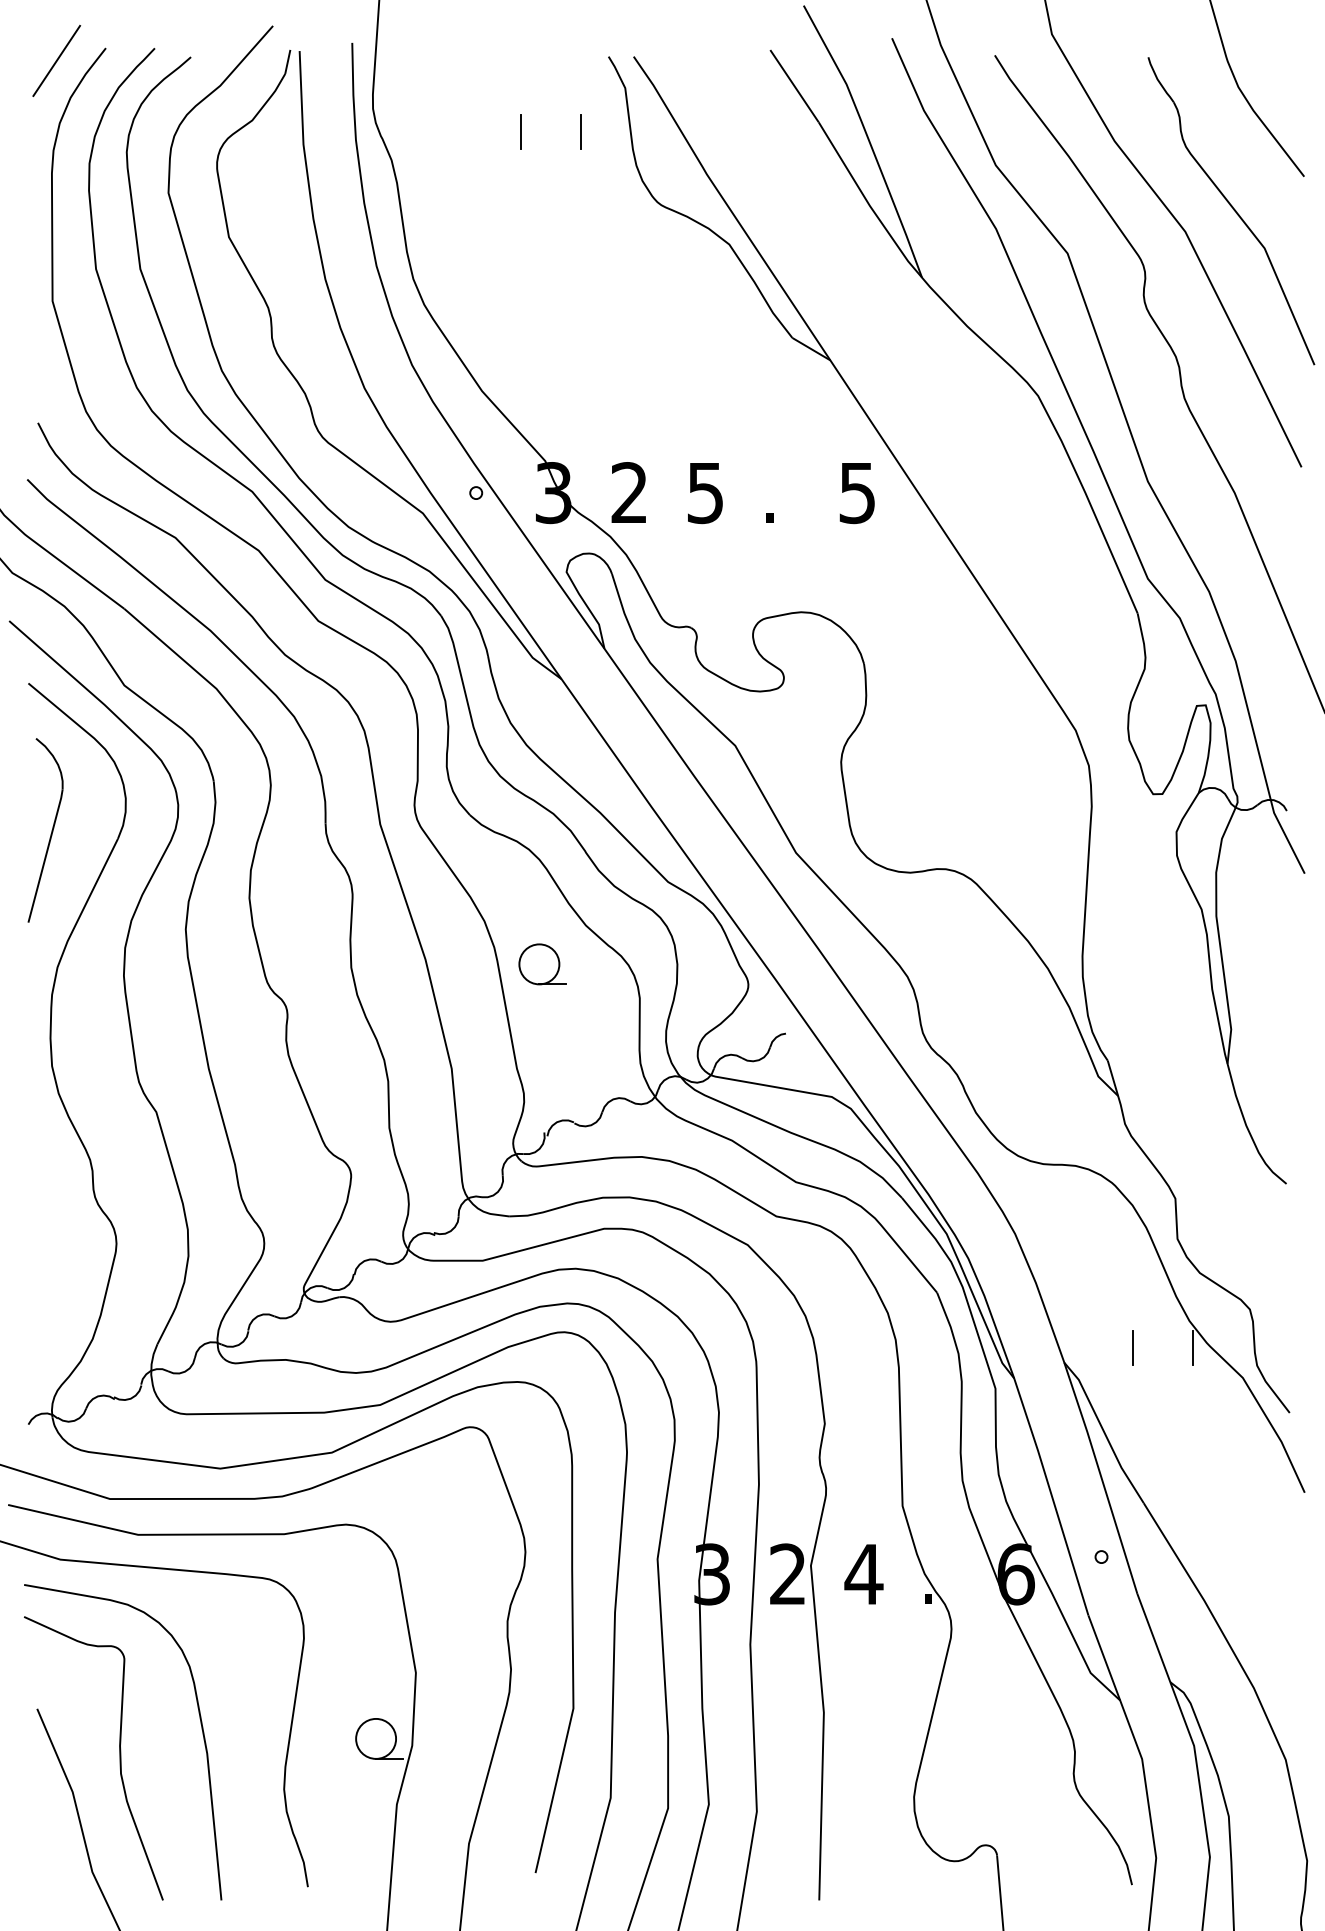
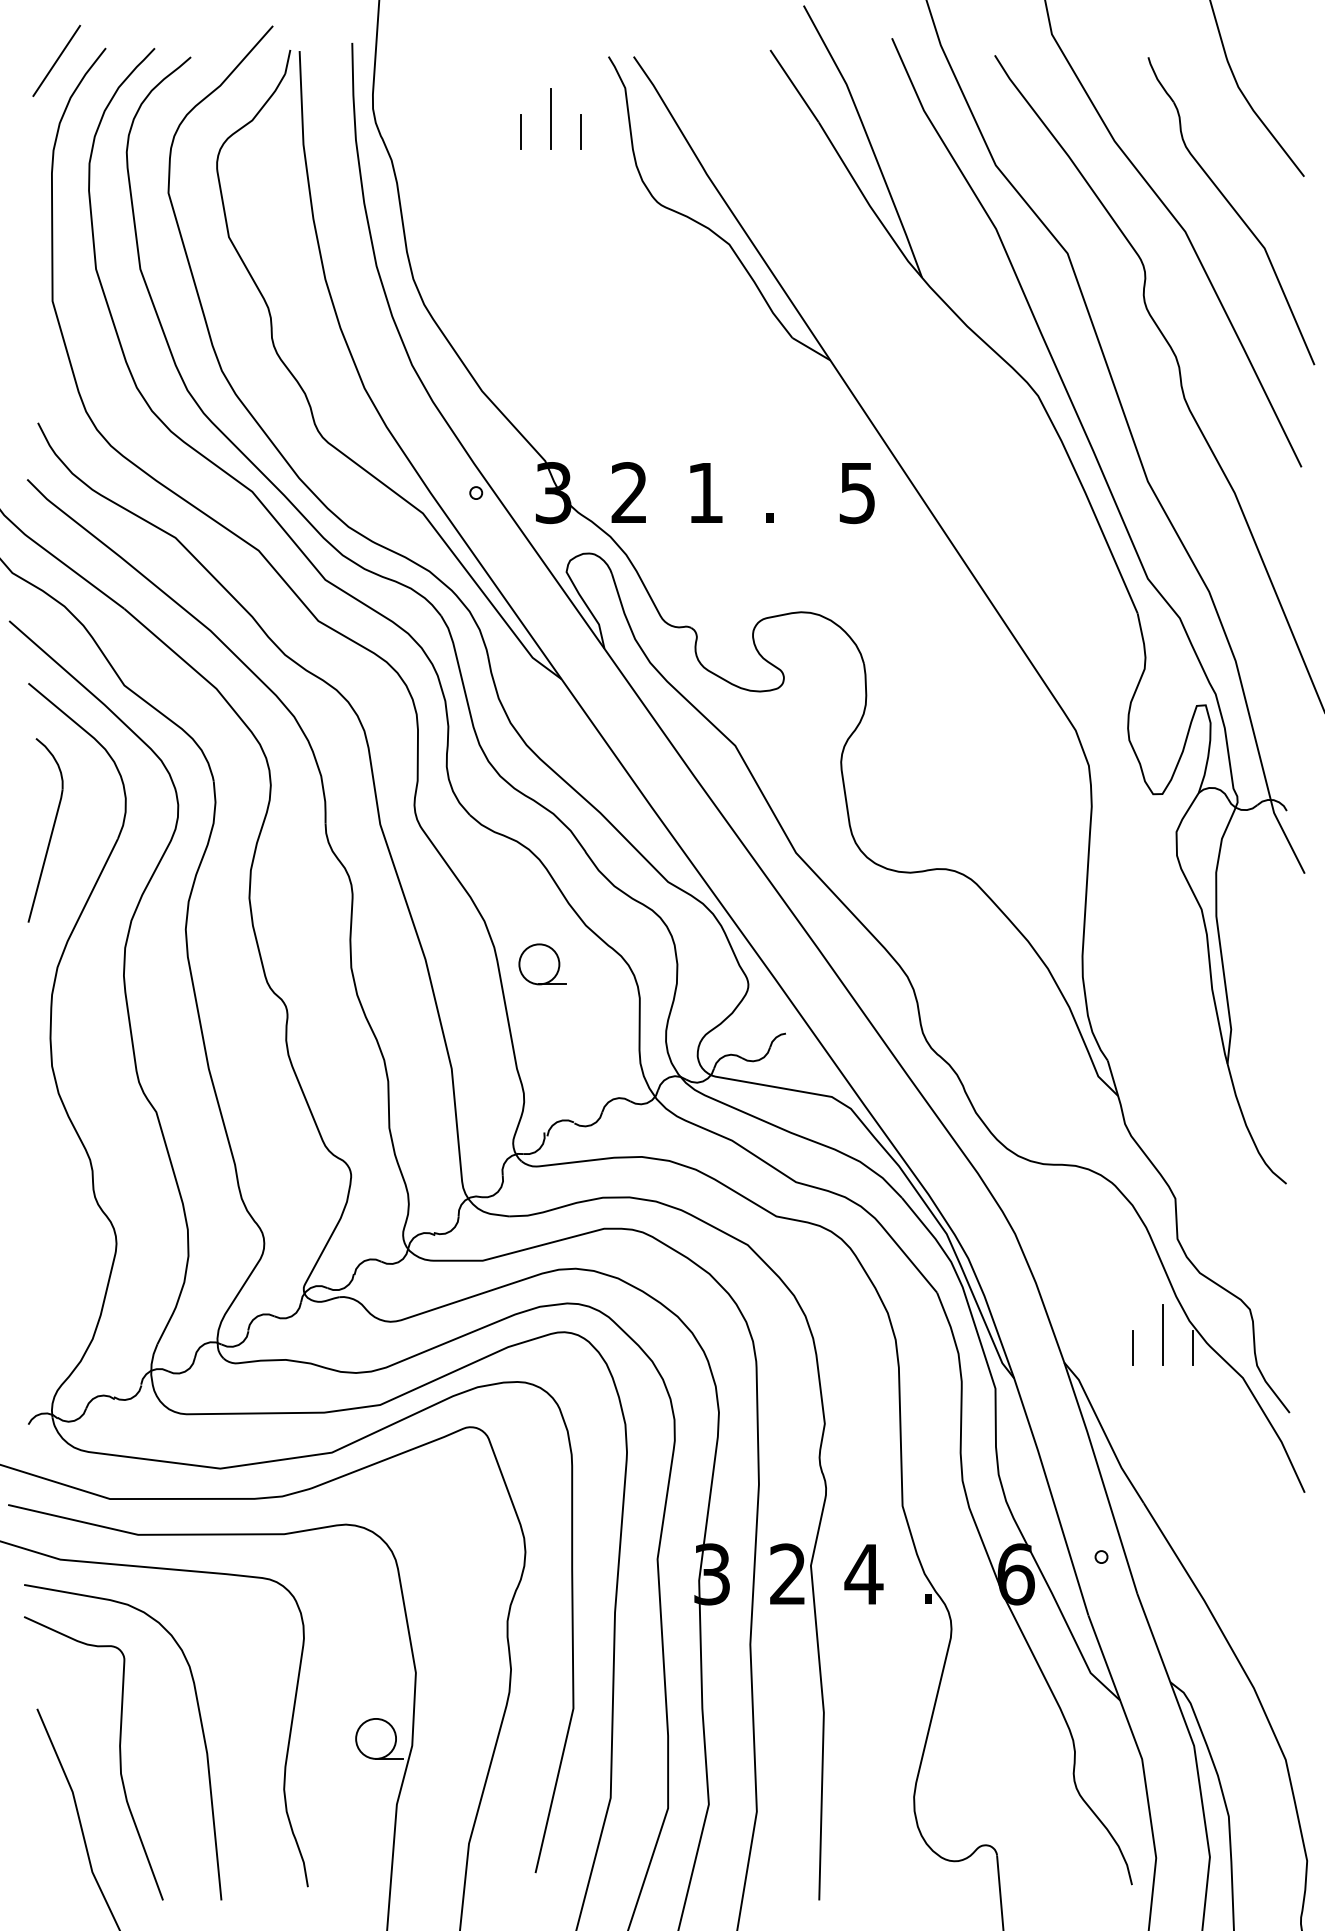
line at (550, 118): none -> present
text at (705, 493): 5 -> 1
line at (1162, 1334): none -> present
